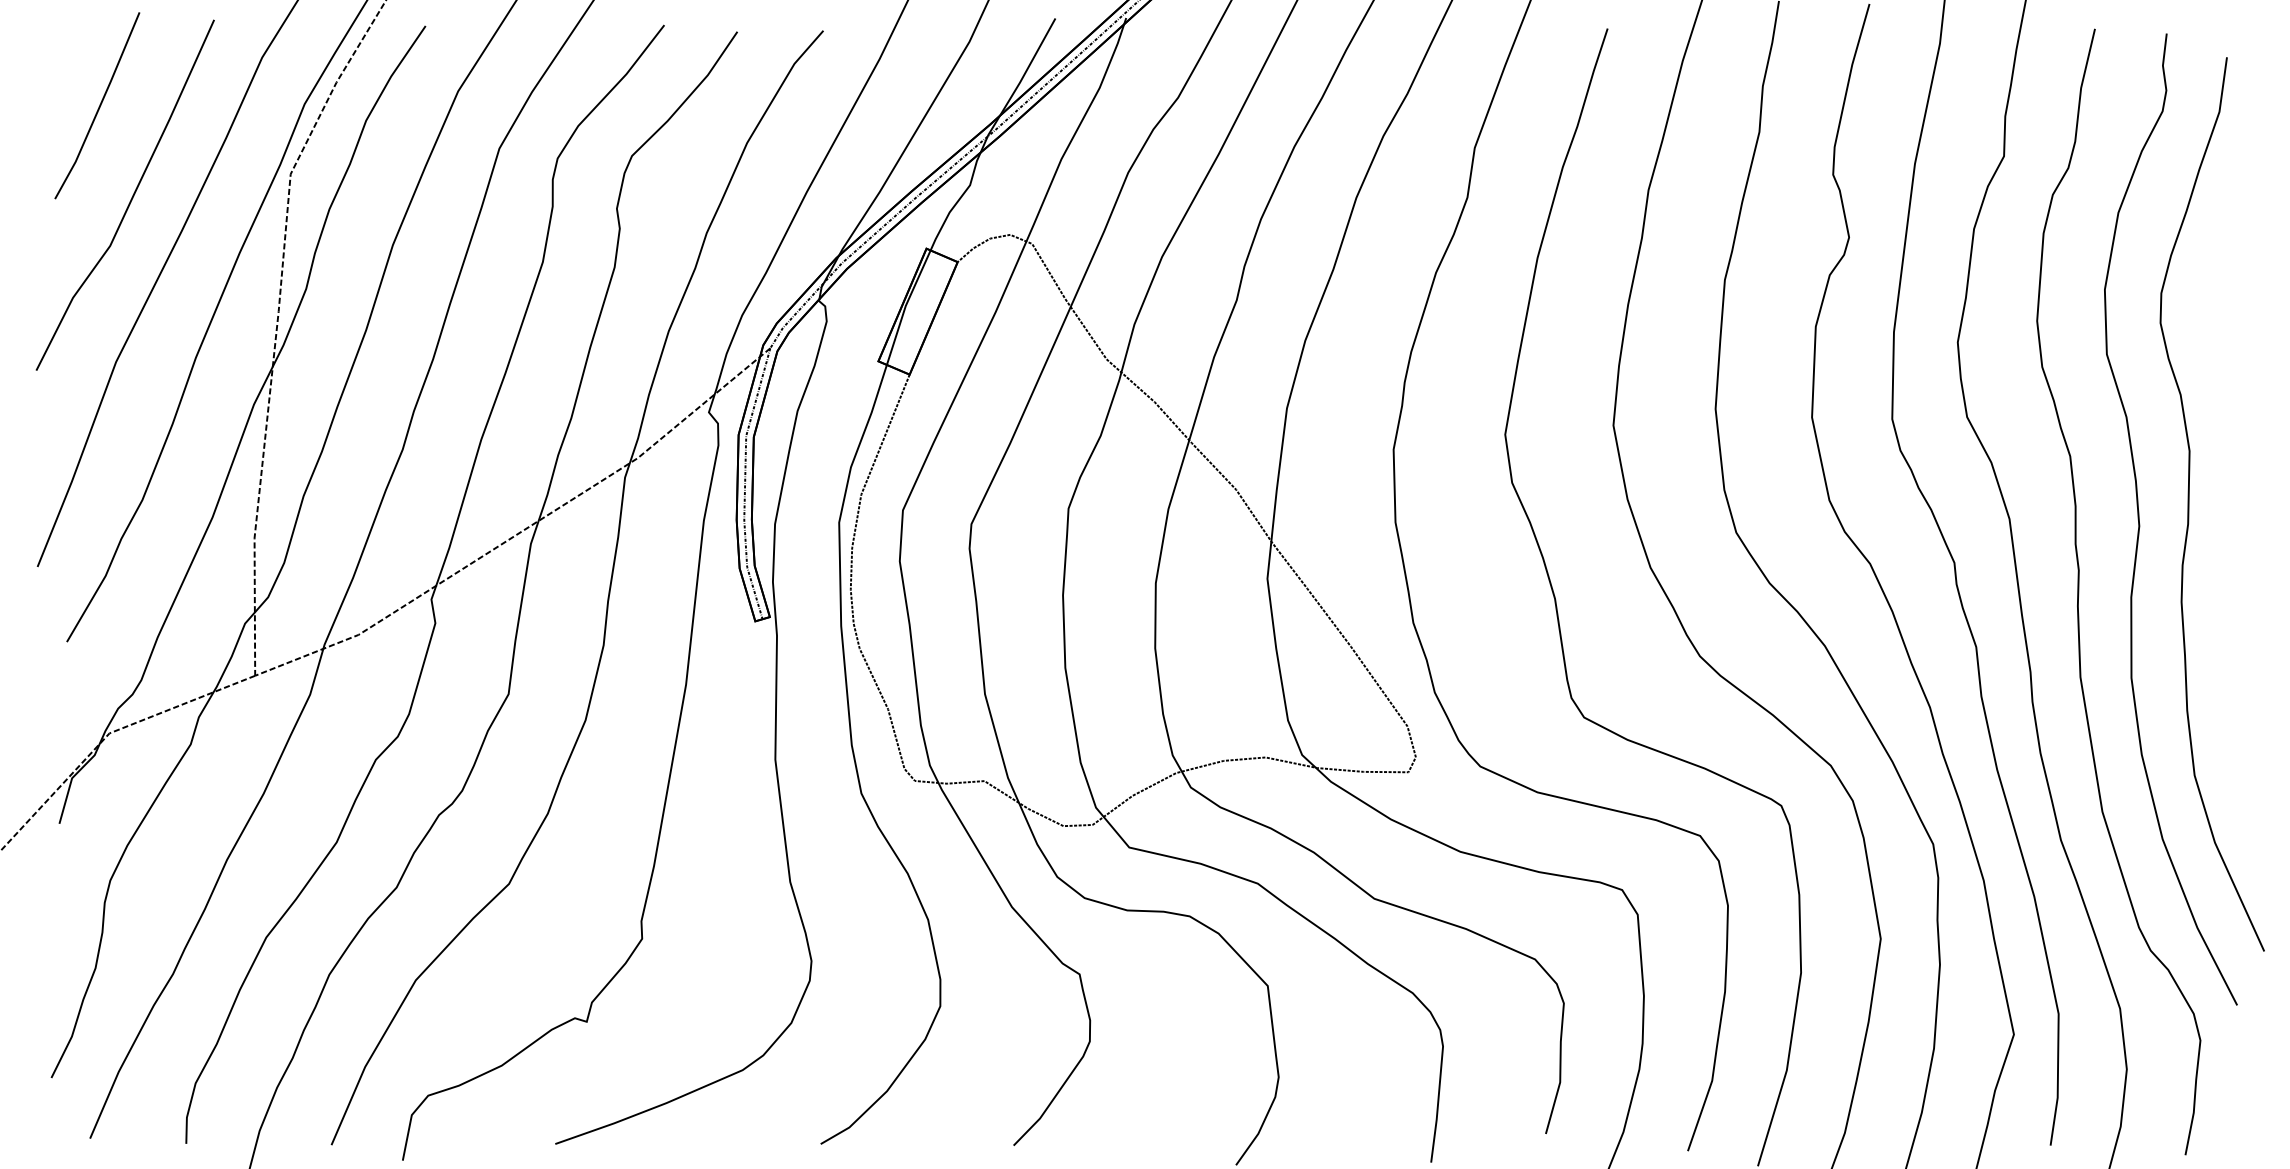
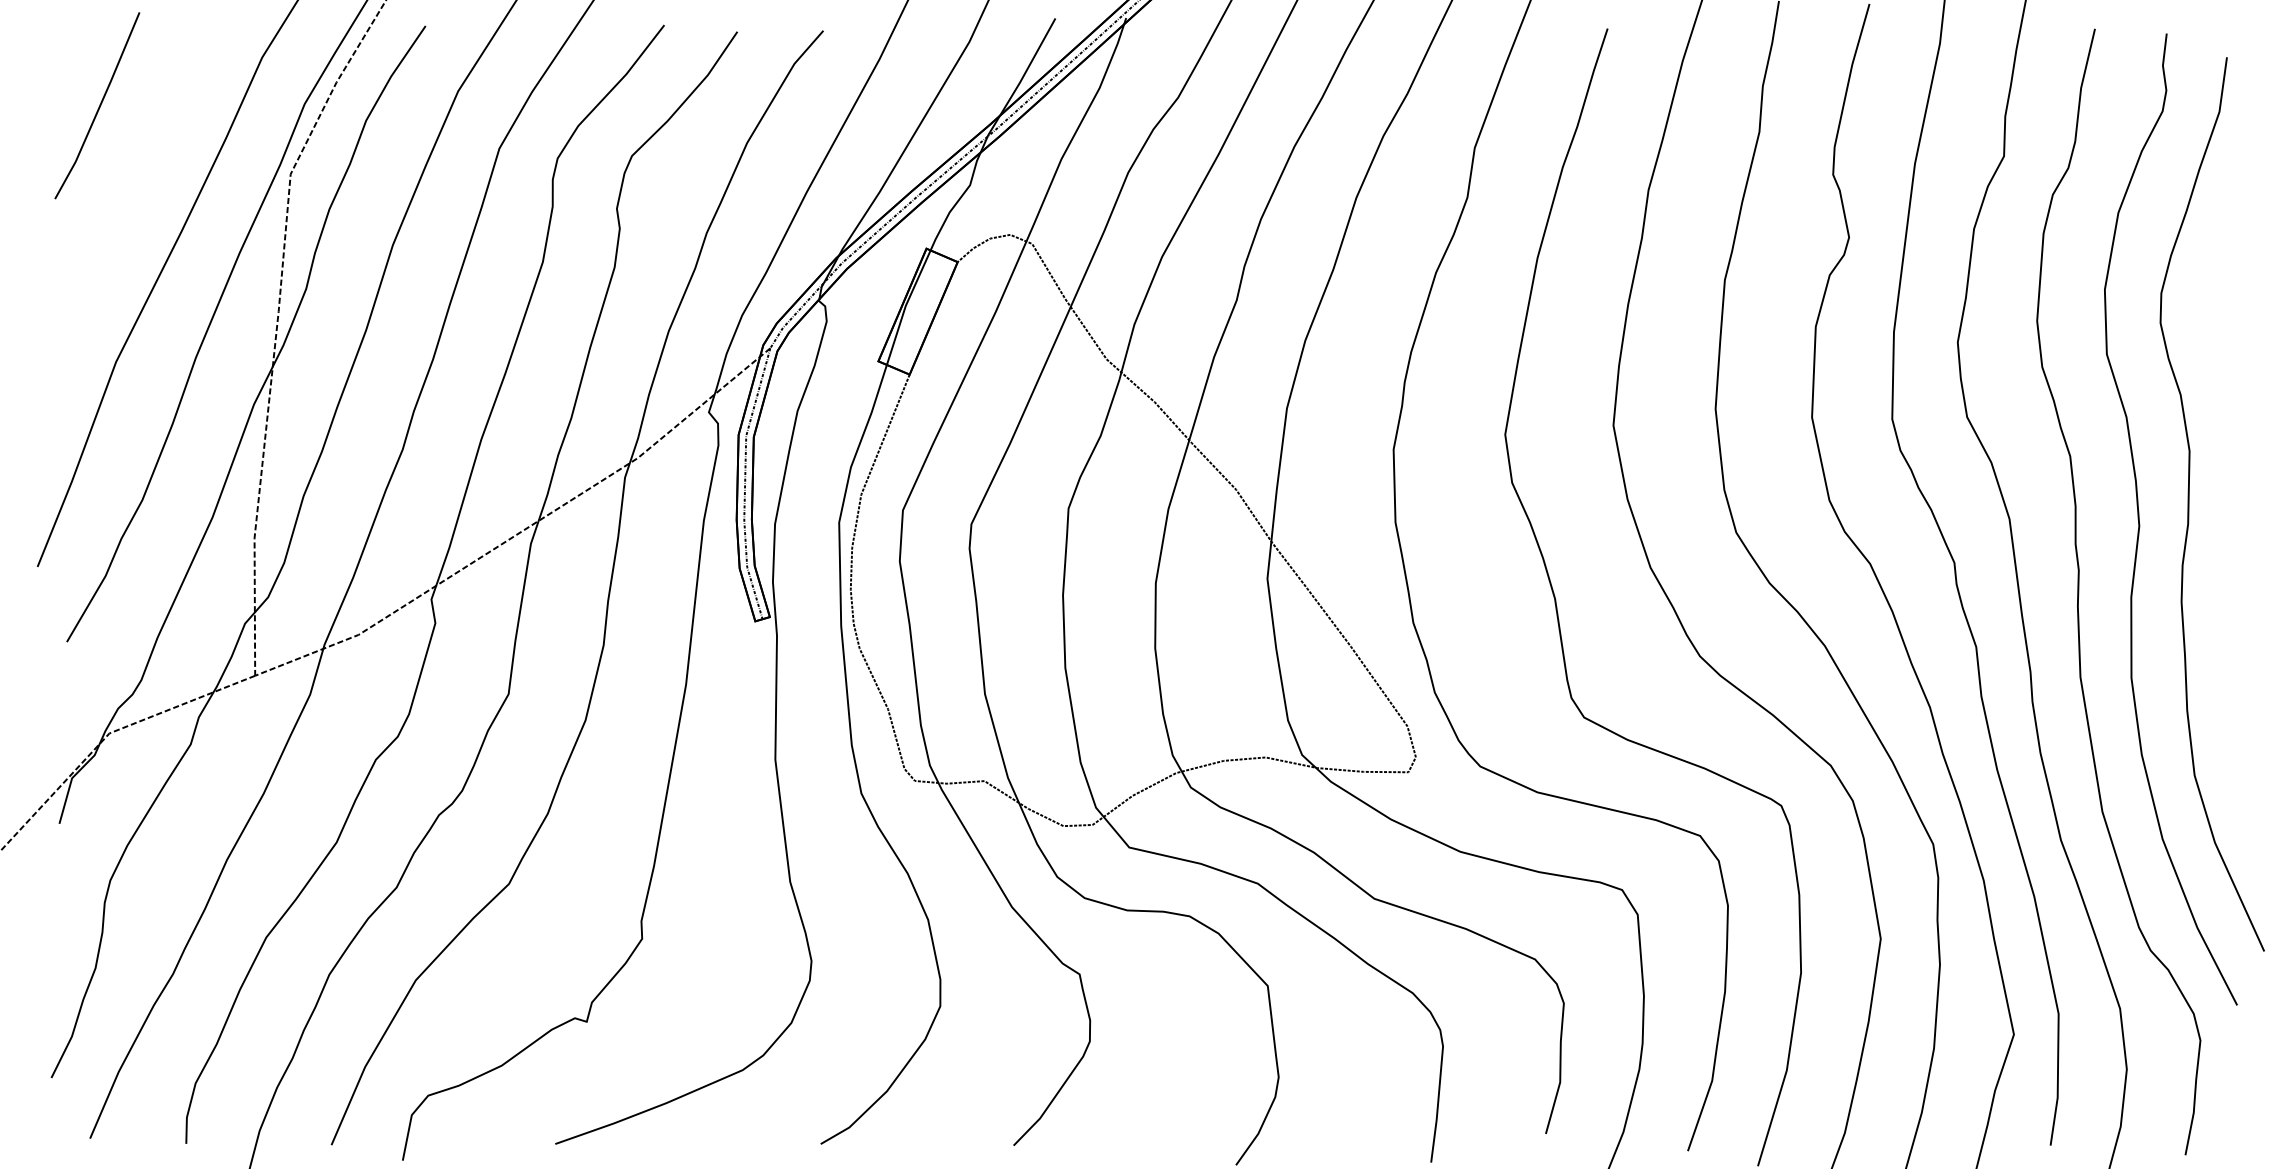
part at (131, 197): present -> none
